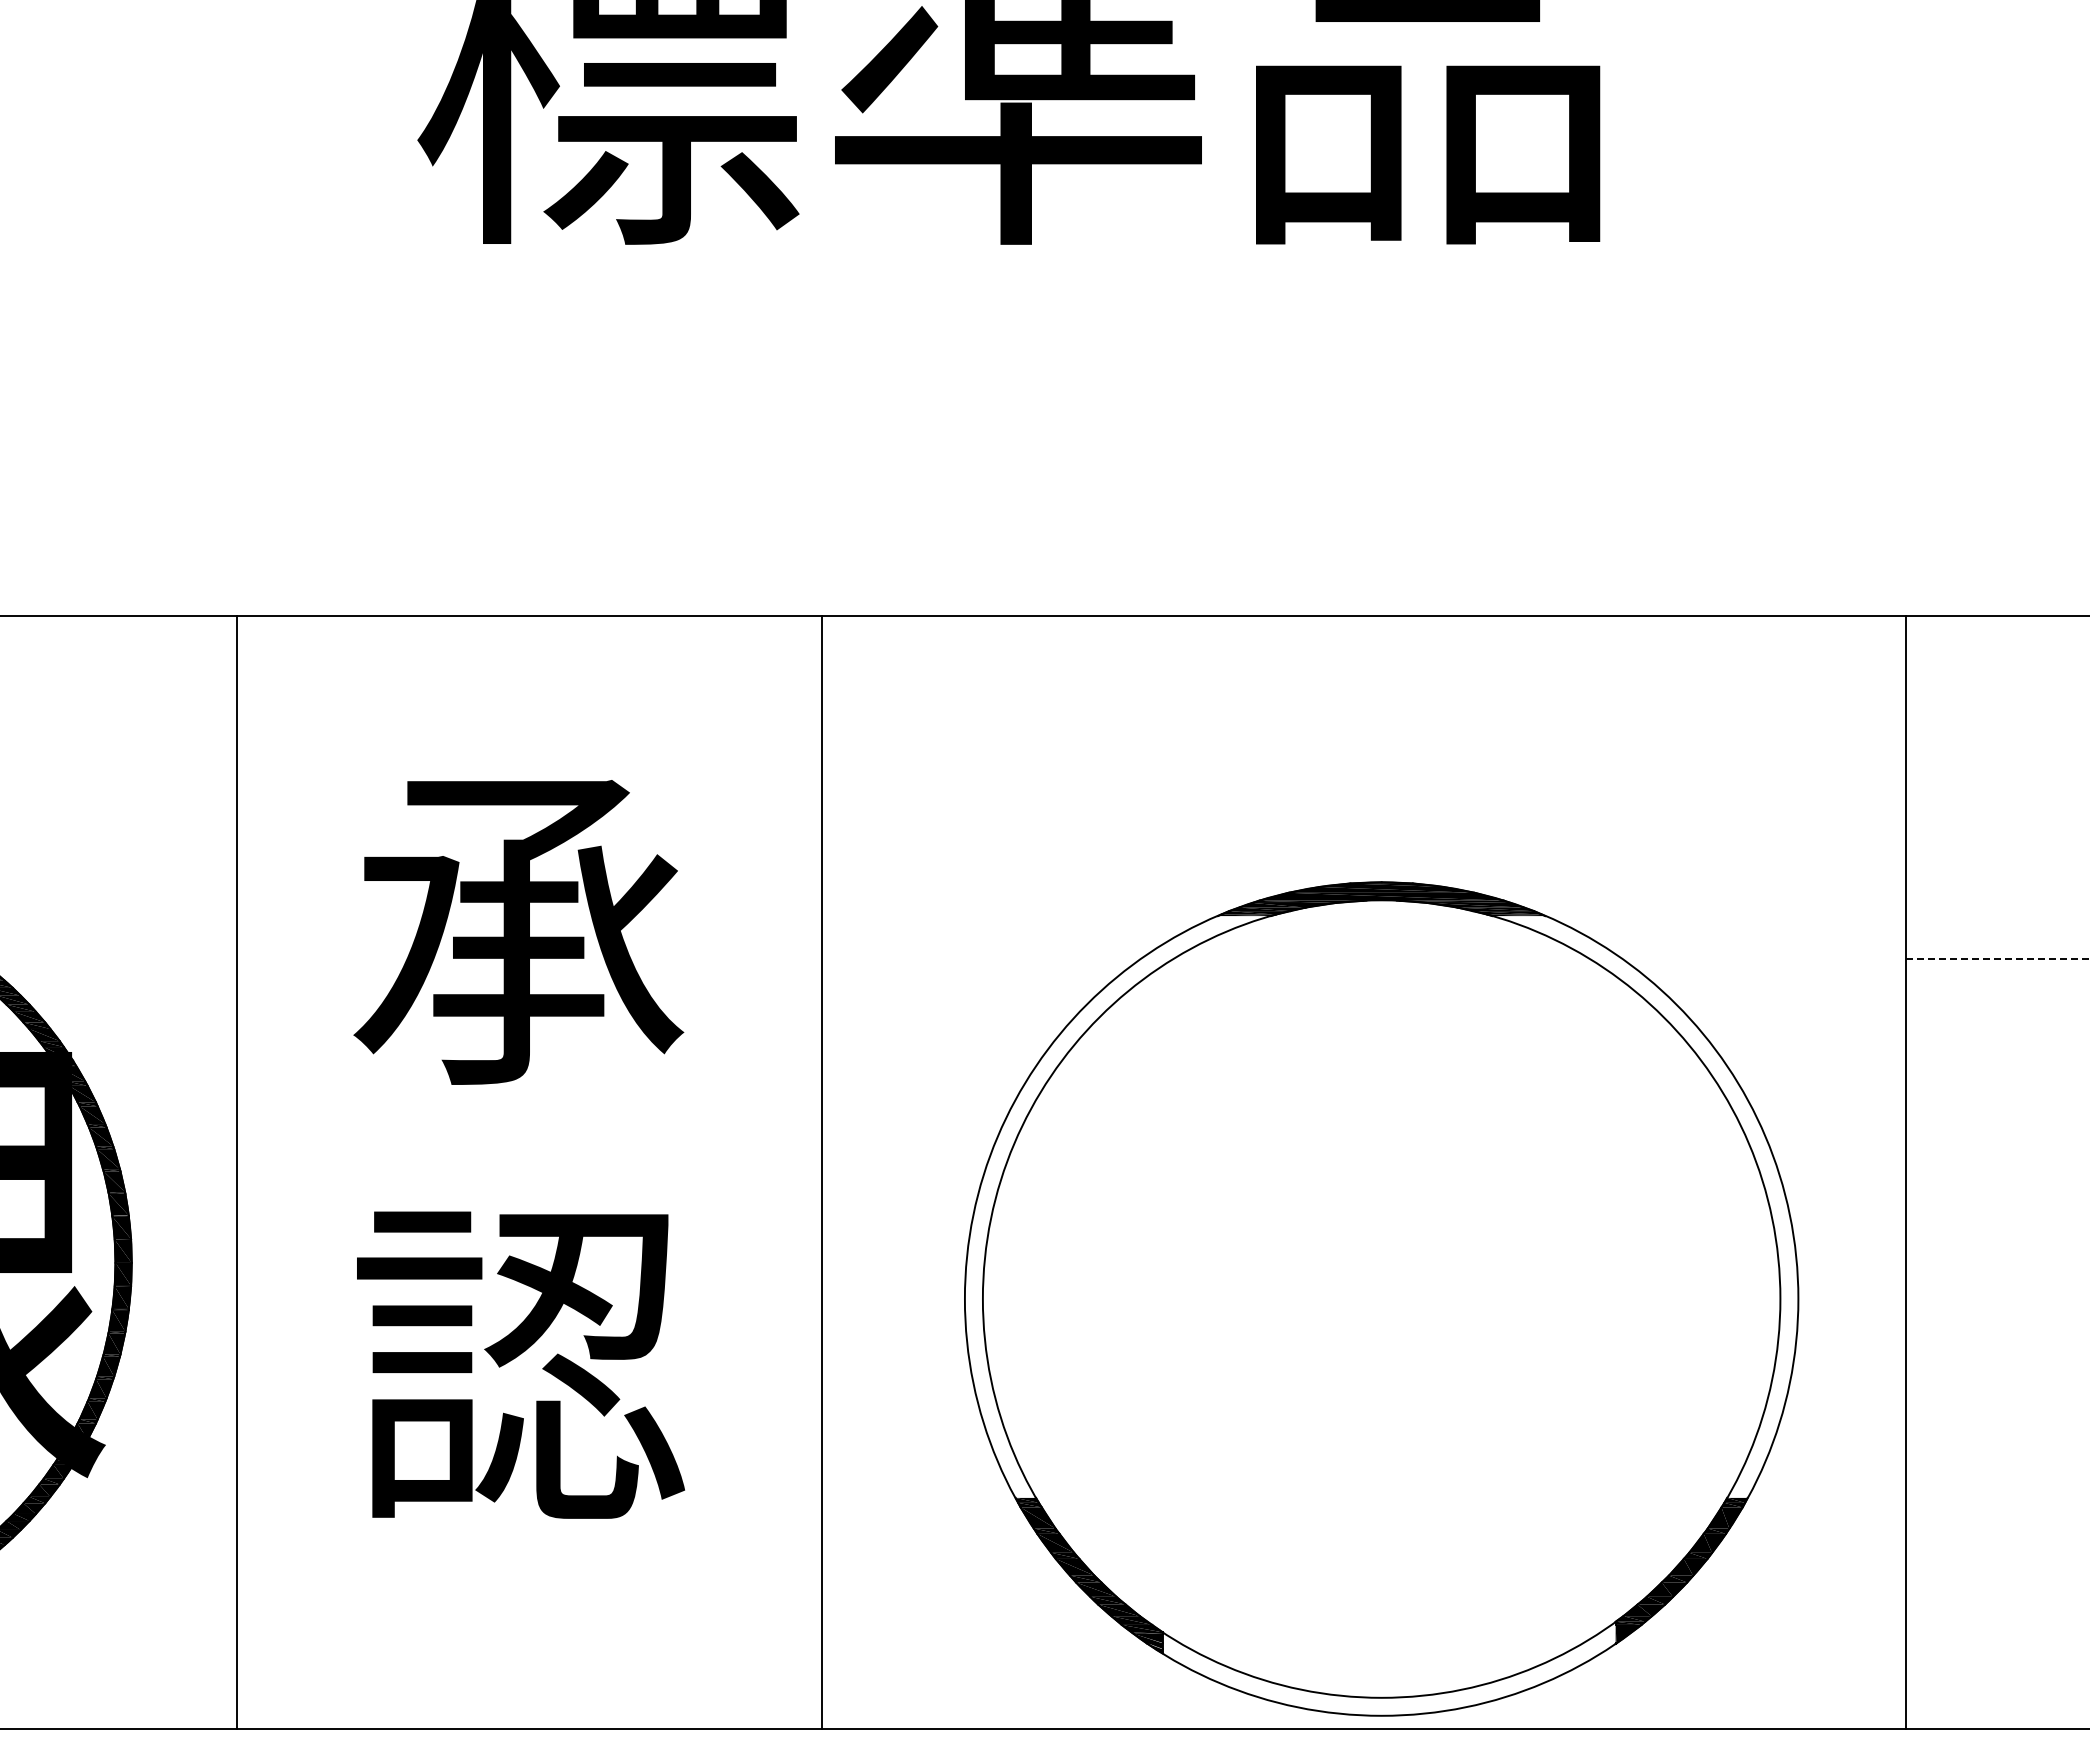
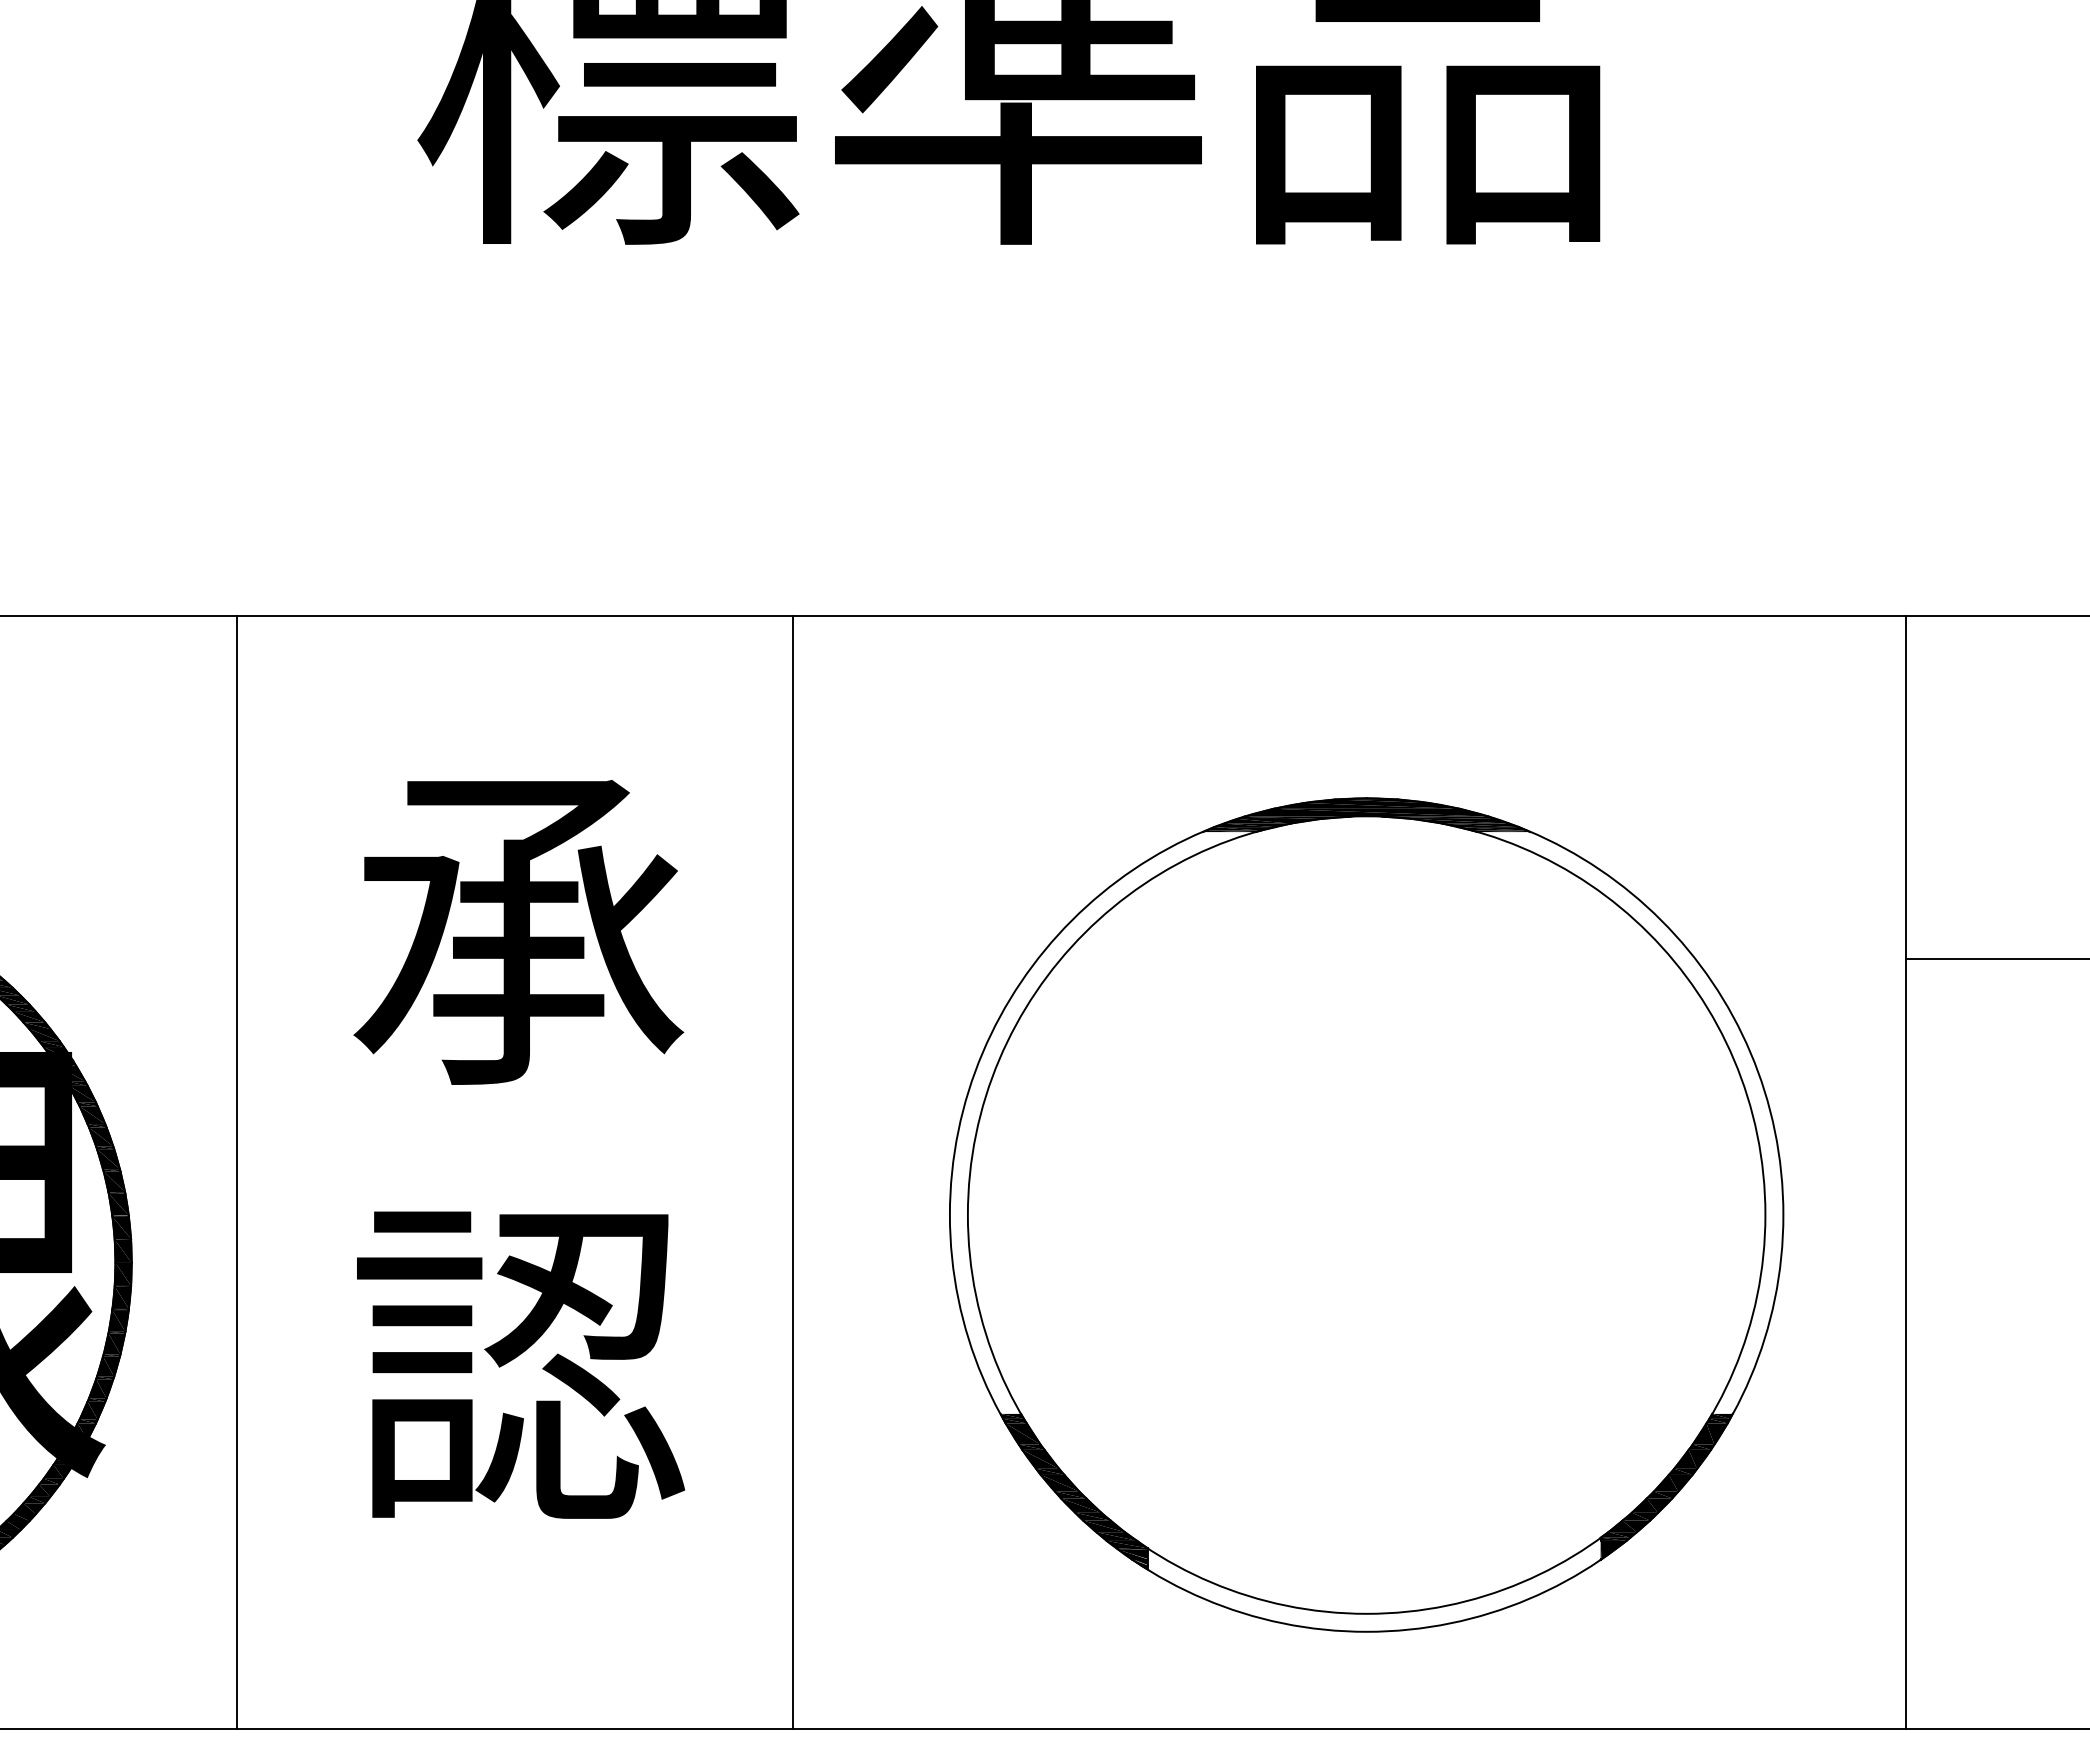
line at (1998, 958): dashed -> solid
line at (822, 1172) position: (822, 1172) -> (793, 1172)
part at (1381, 1298) position: (1381, 1298) -> (1366, 1214)
